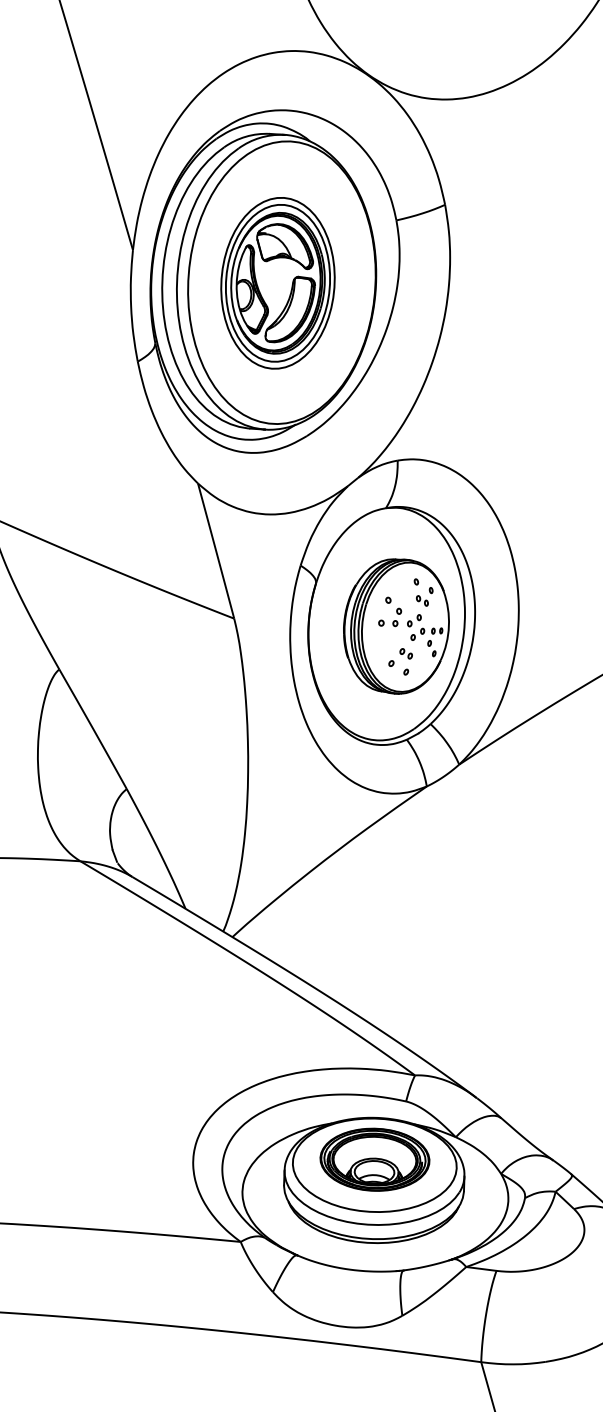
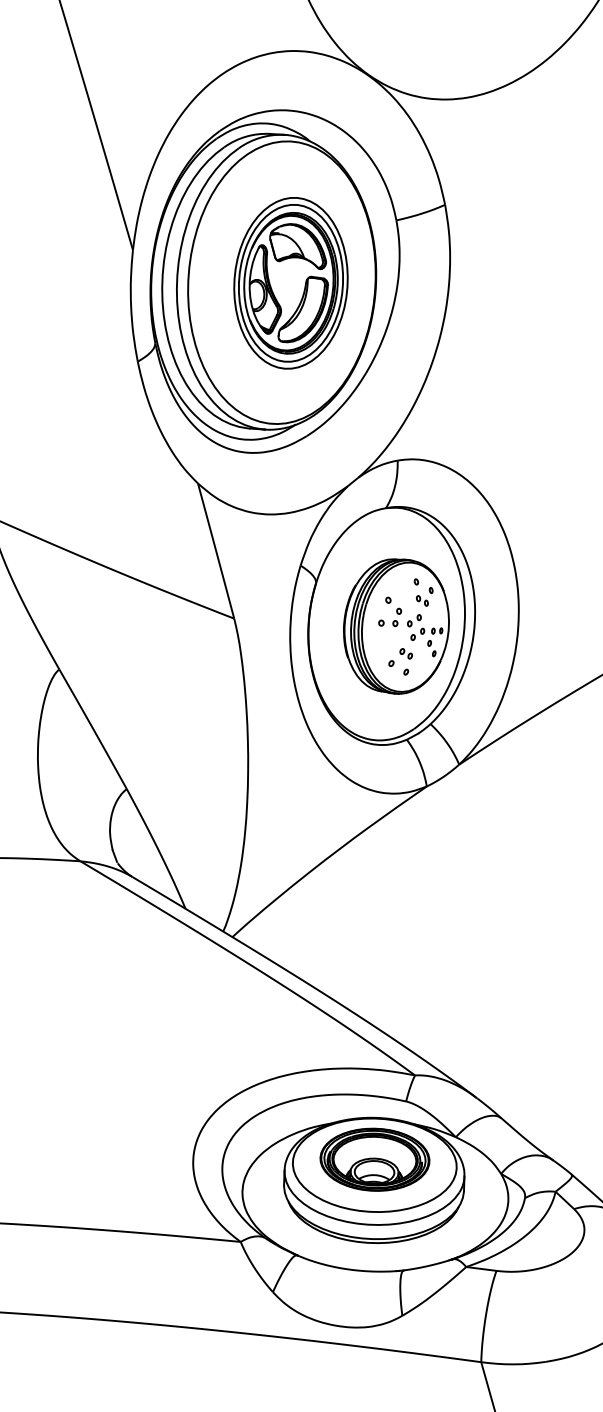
part at (277, 283) position: (277, 283) -> (290, 283)
